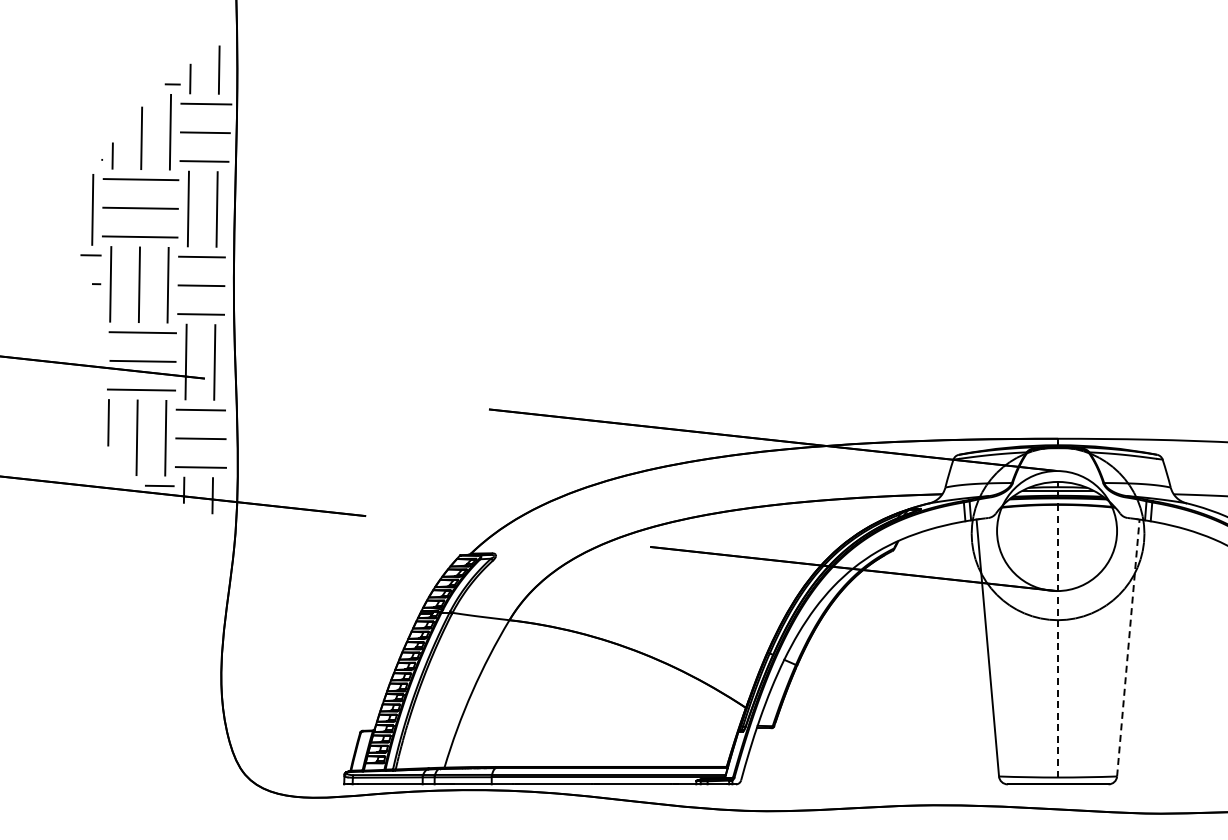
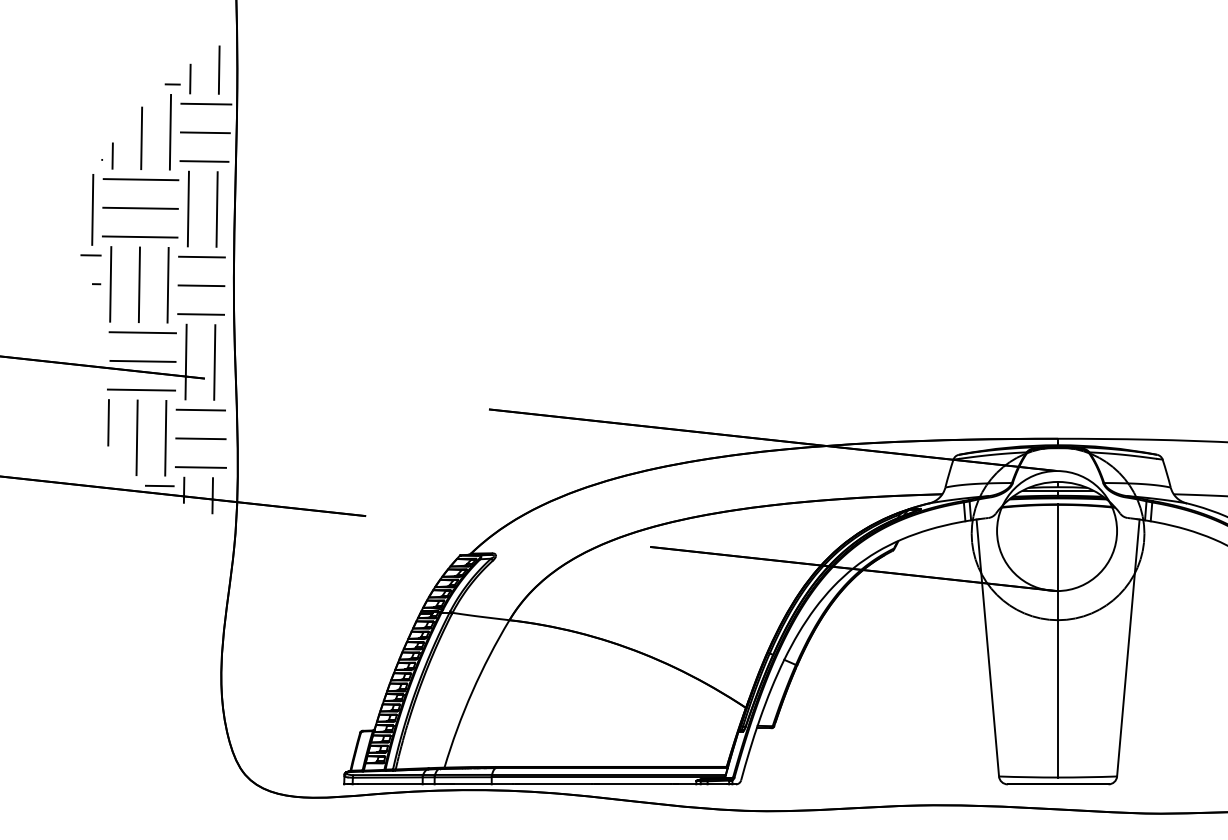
line at (1058, 640): dashed -> solid
line at (1128, 648): dashed -> solid
